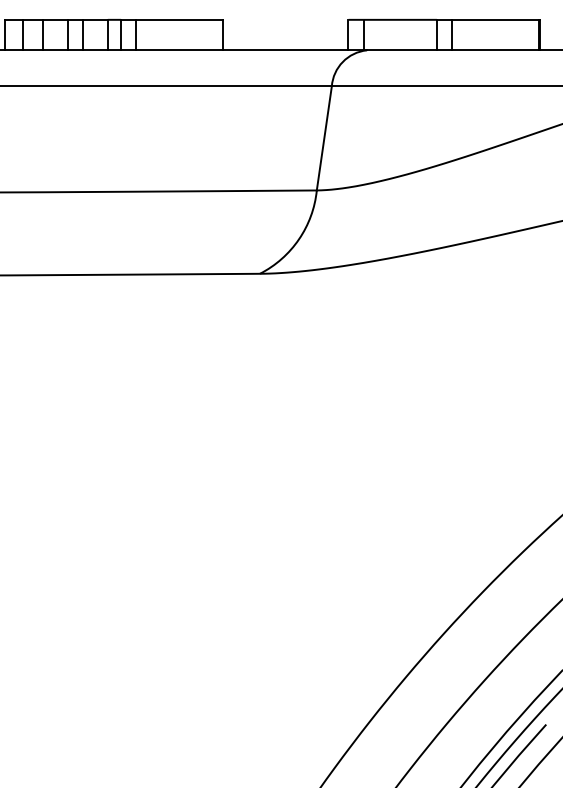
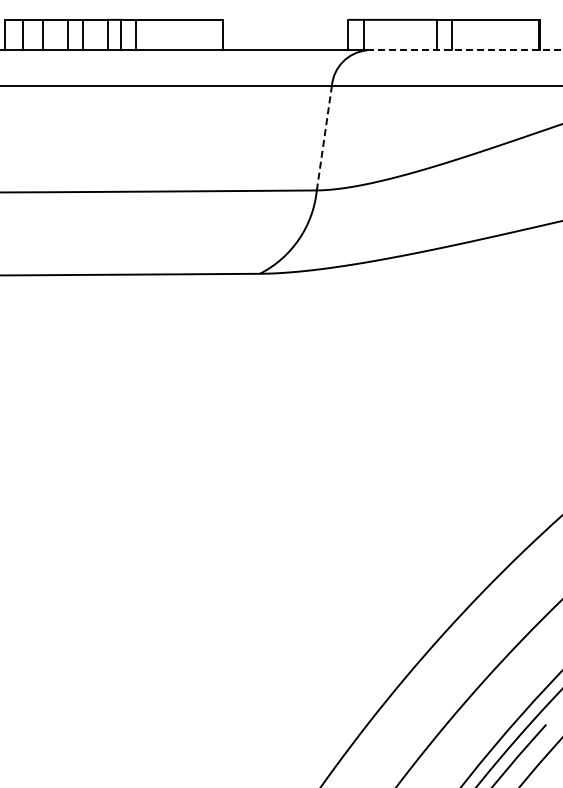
line at (464, 50): solid -> dashed
line at (324, 138): solid -> dashed
